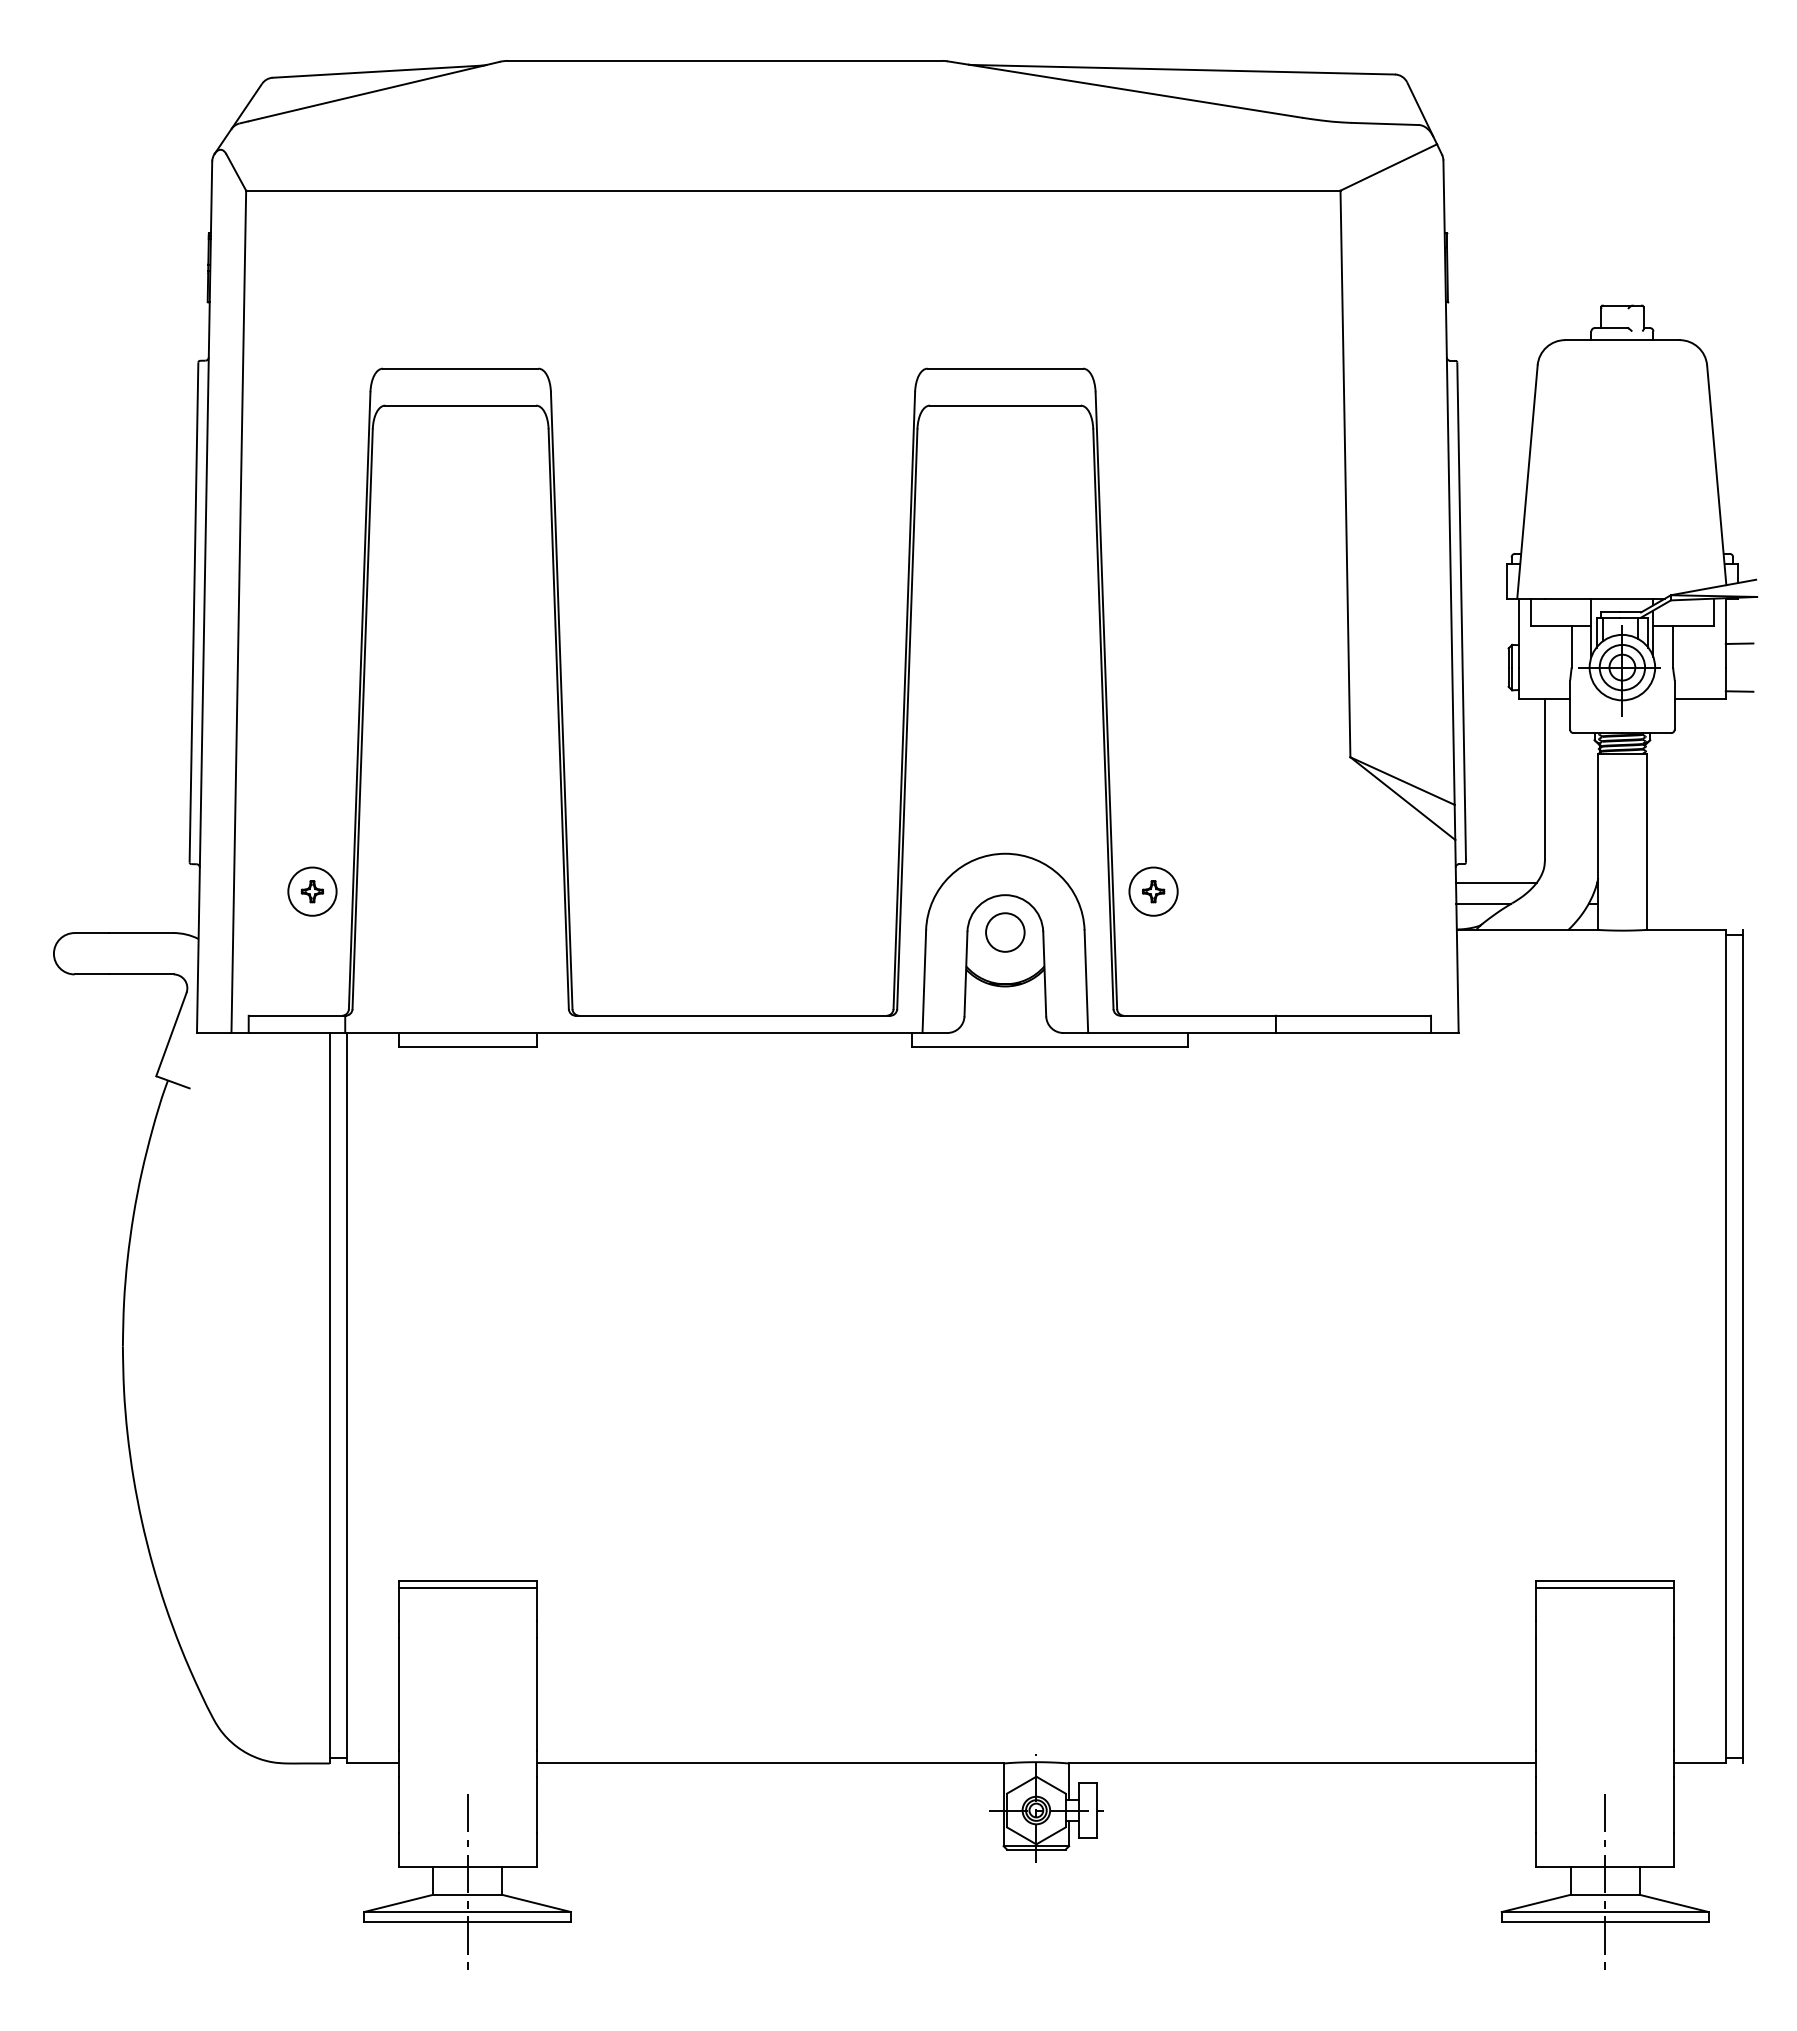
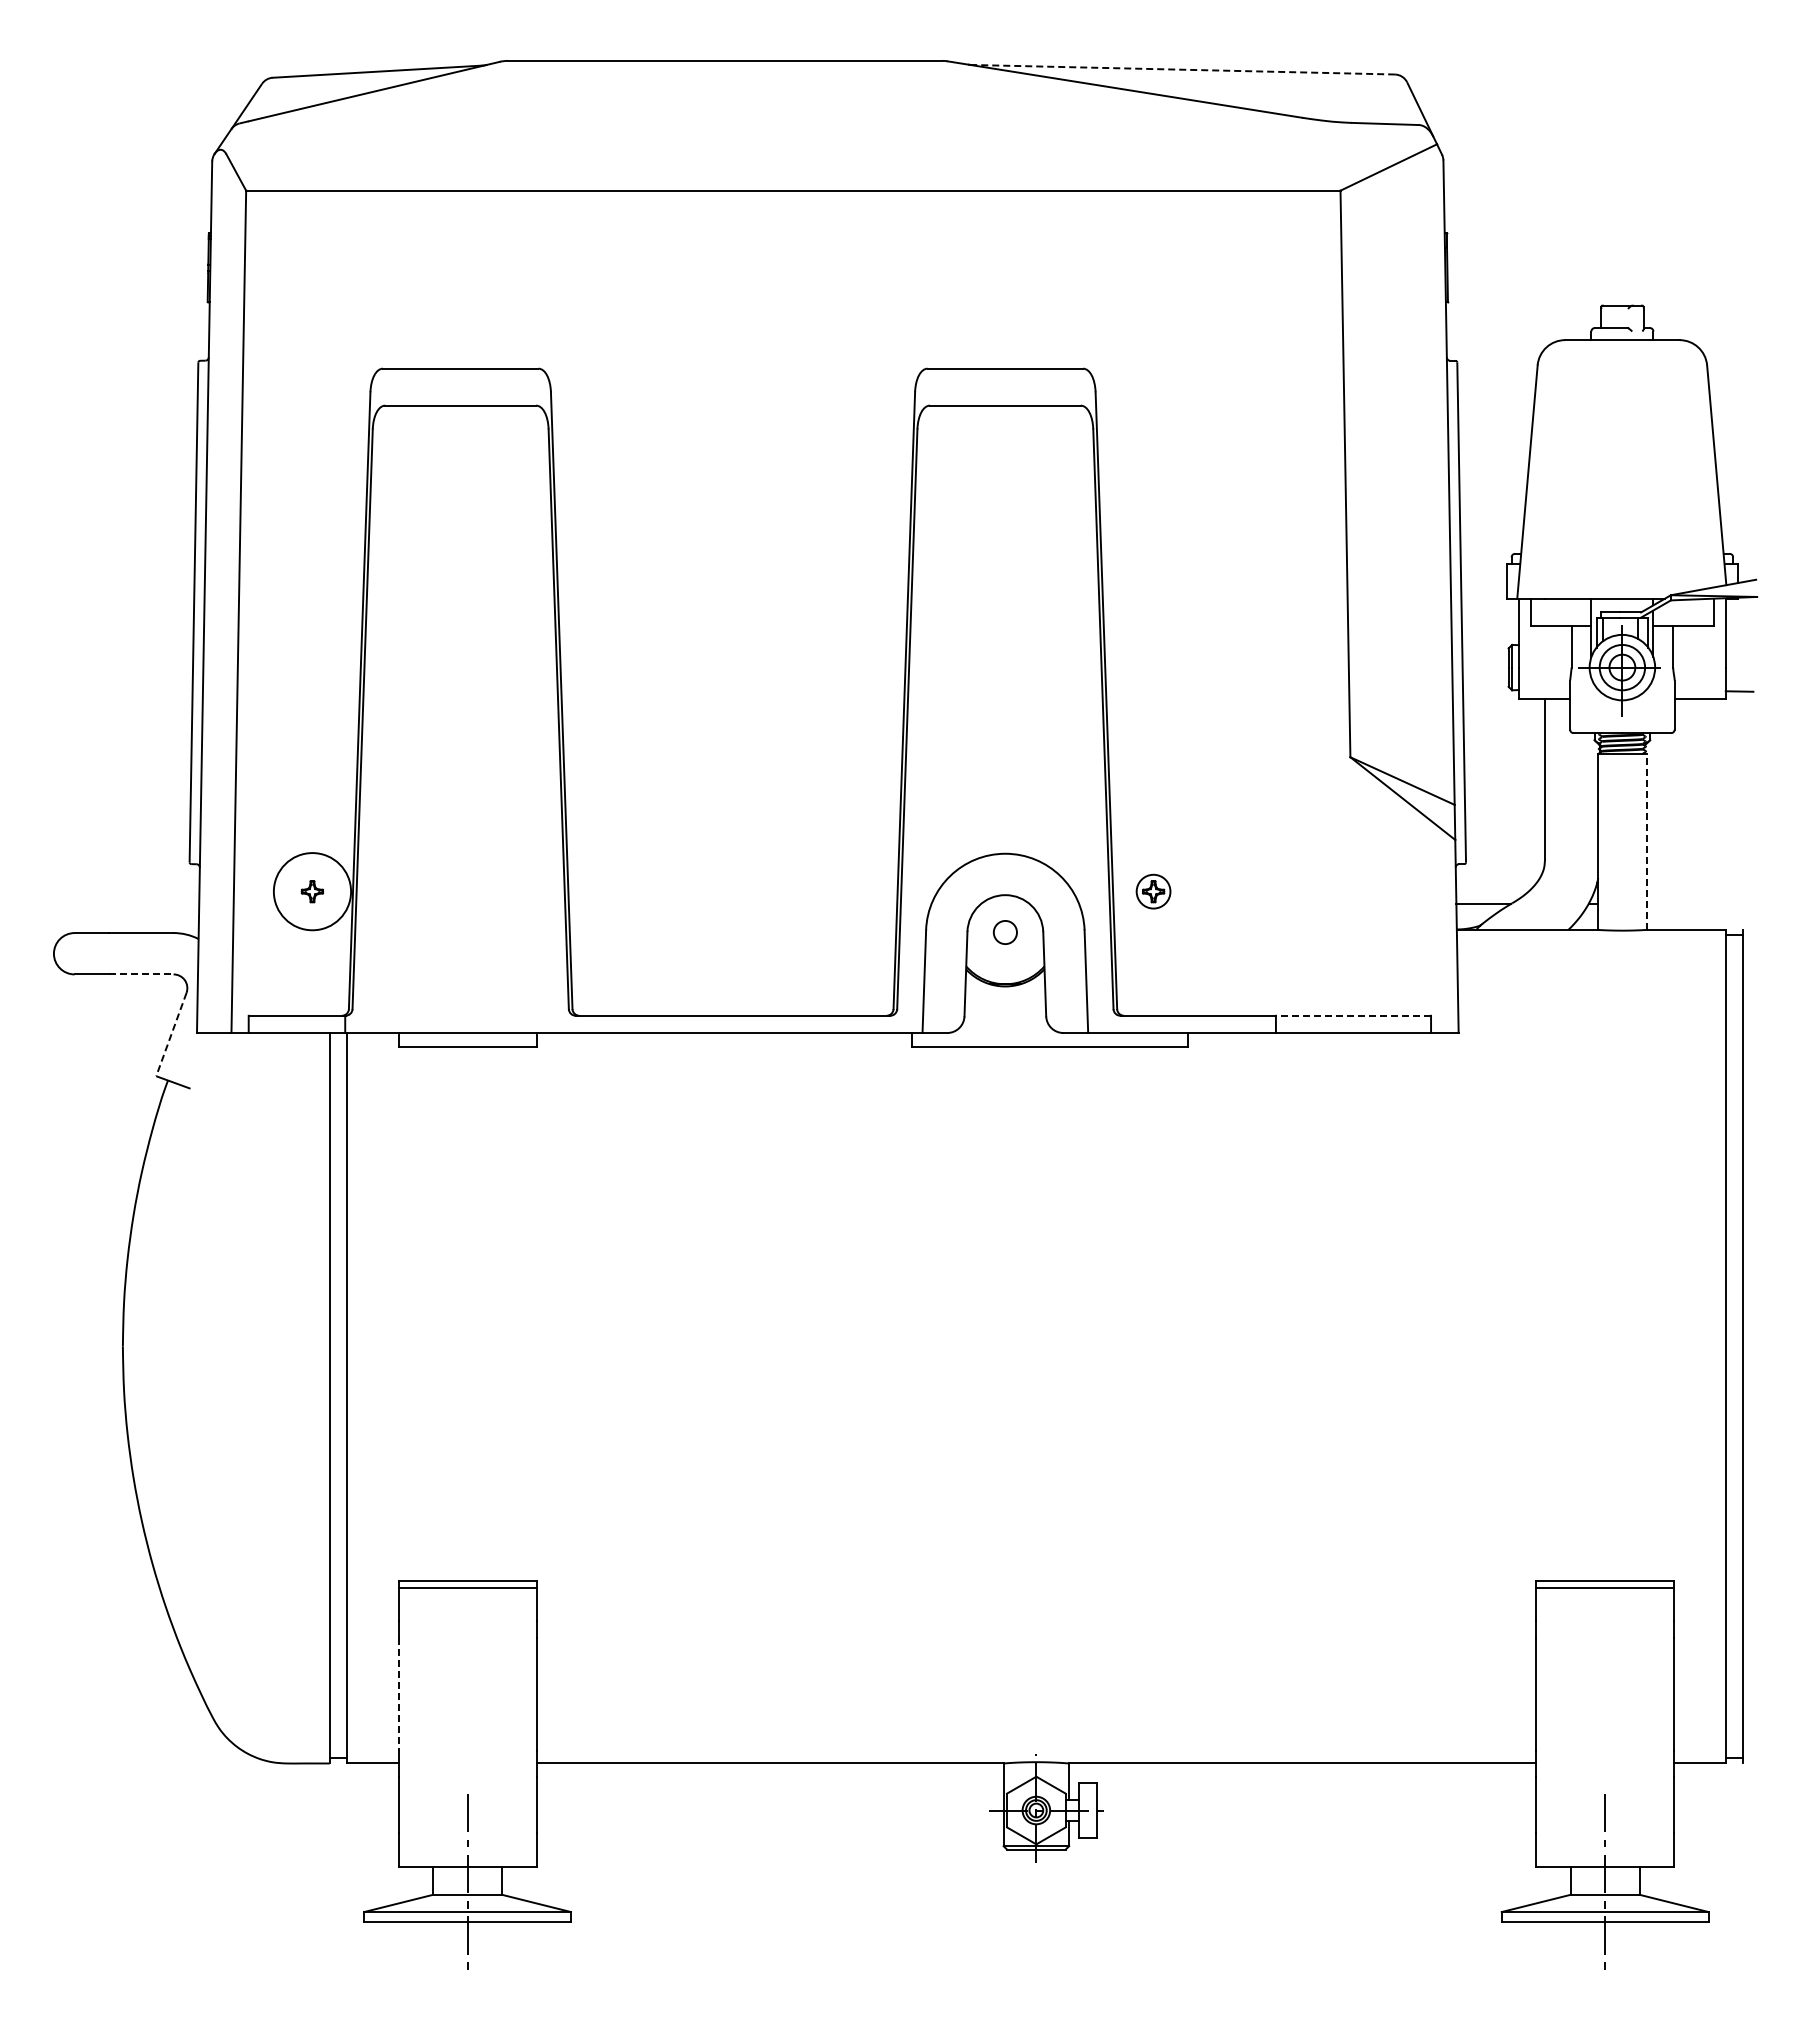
line at (1183, 69): solid -> dashed
line at (1739, 643): present -> none
line at (1646, 842): solid -> dashed
line at (1496, 883): present -> none
circle at (312, 891) diameter: 48 px -> 77 px
circle at (1153, 891) diameter: 48 px -> 34 px
circle at (1005, 932) size: 41x41 px -> 26x25 px
line at (141, 974): solid -> dashed
line at (1353, 1015): solid -> dashed
line at (171, 1035): solid -> dashed
line at (398, 1694): solid -> dashed
